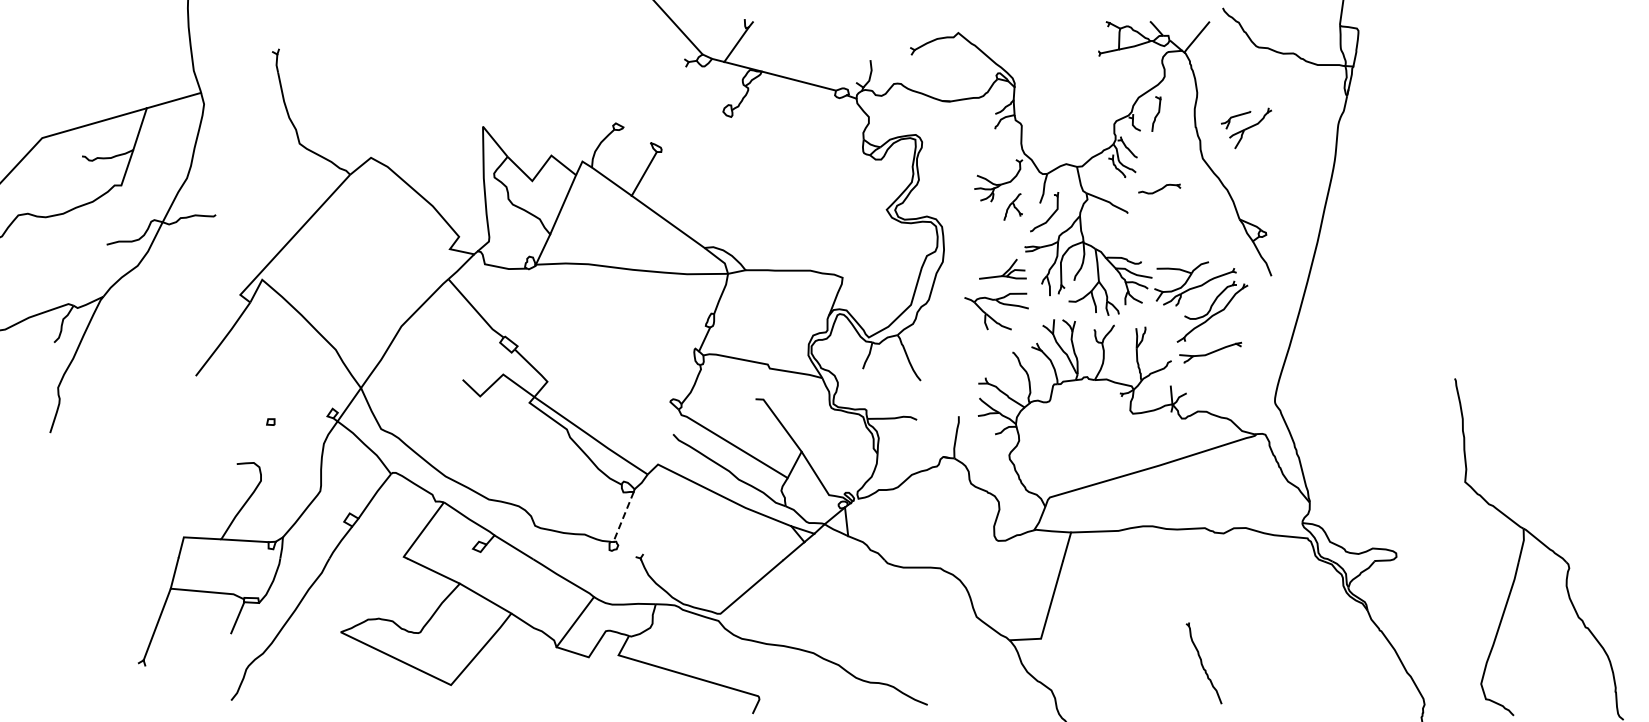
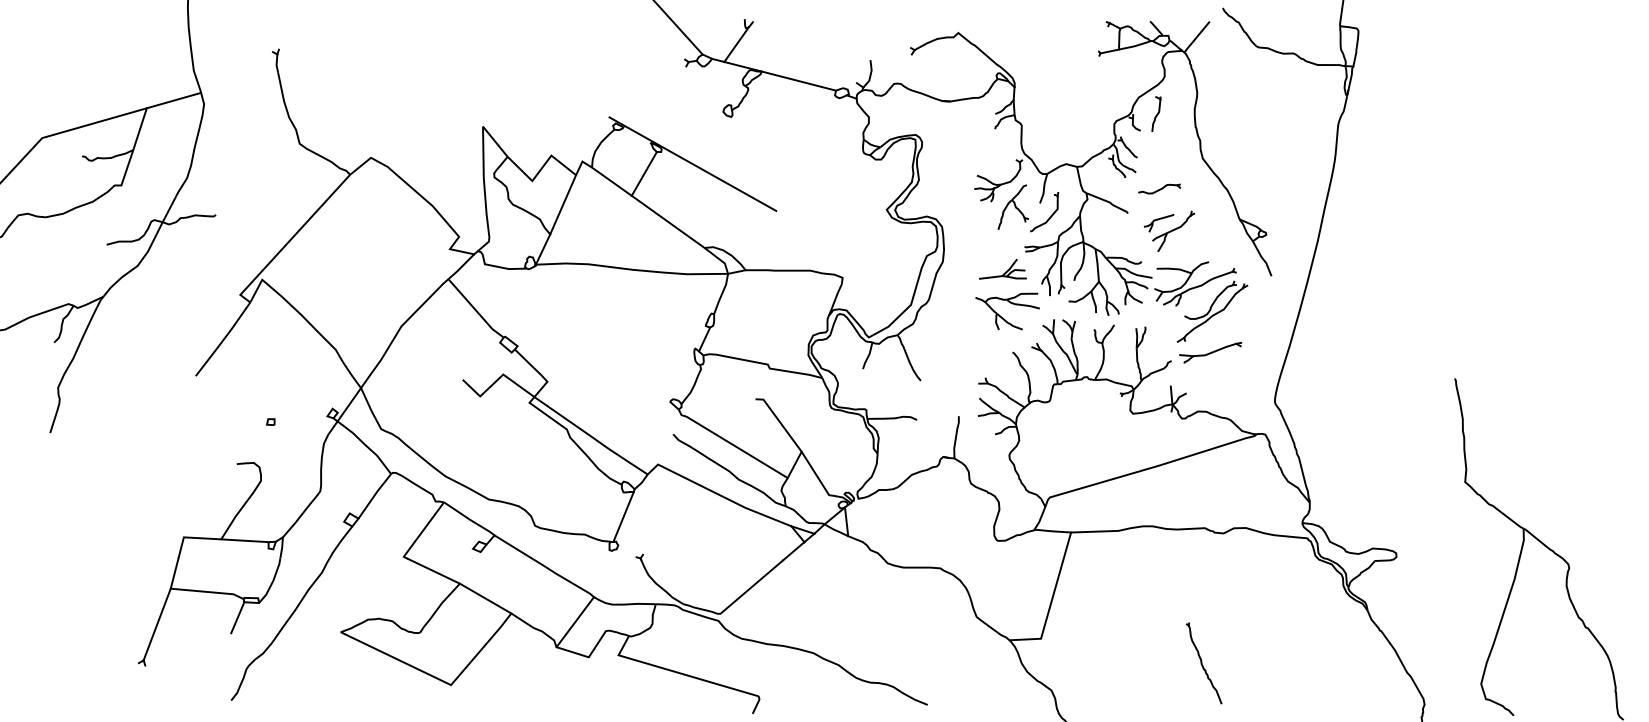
part at (1246, 128) position: (1246, 128) -> (1169, 231)
line at (692, 163): none -> present
part at (1012, 206) size: 20x28 px -> 32x46 px
part at (992, 317) position: (992, 317) -> (1003, 317)
line at (623, 516): dashed -> solid
